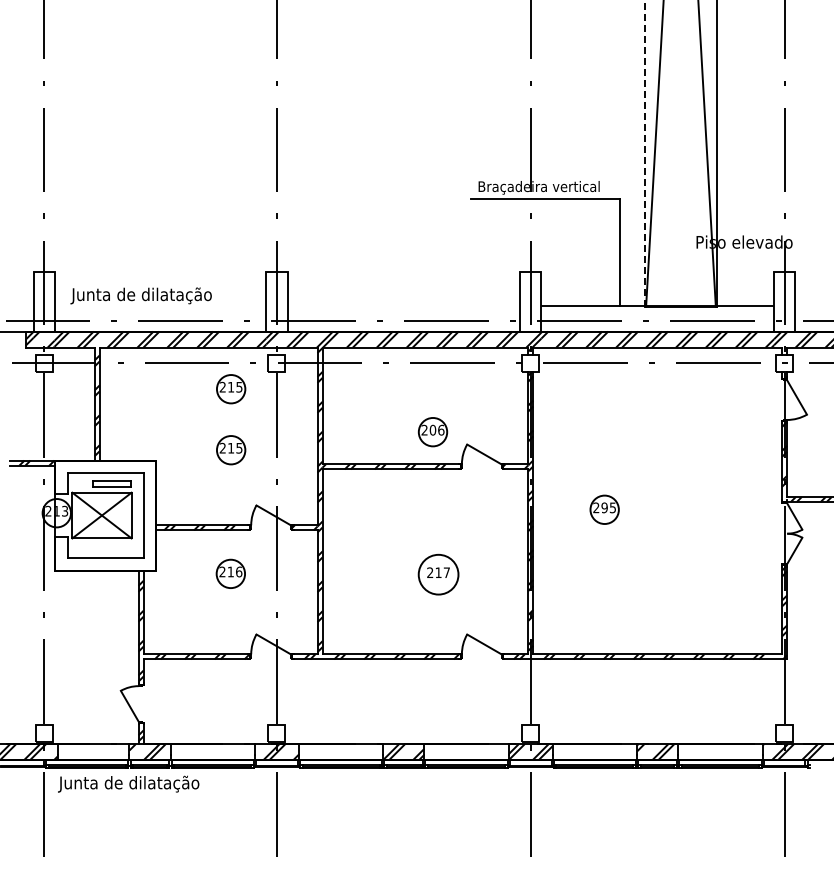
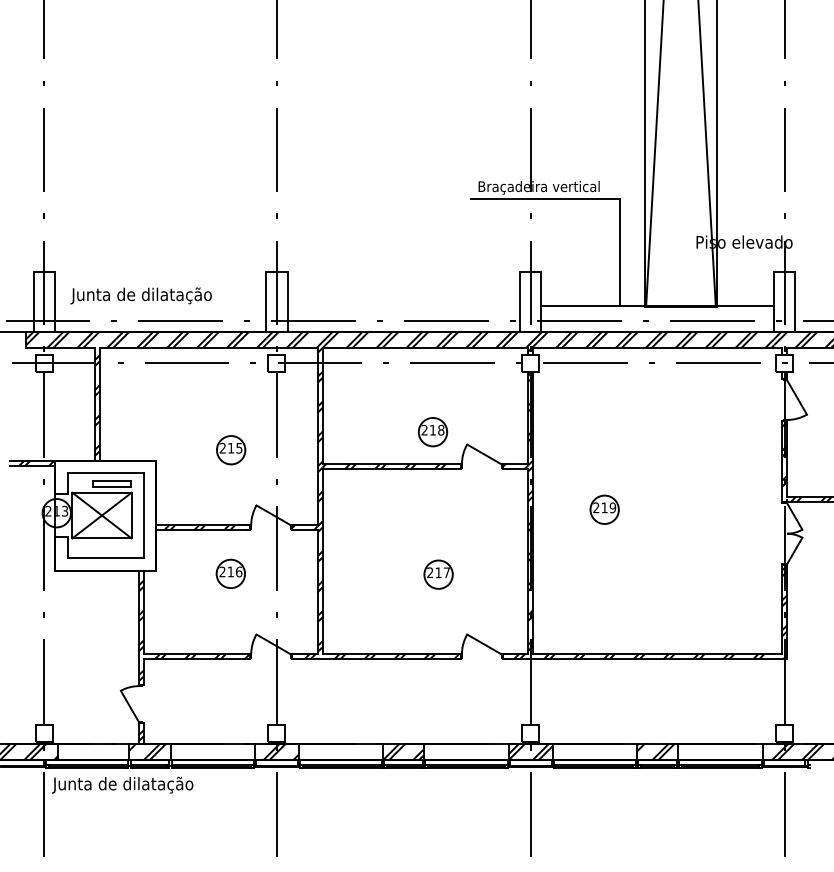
line at (645, 153): dashed -> solid
part at (231, 389): present -> none
text at (436, 429): 206 -> 218
text at (608, 507): 295 -> 219
circle at (438, 574) diameter: 40 px -> 28 px
text at (128, 783) position: (128, 783) -> (122, 784)
